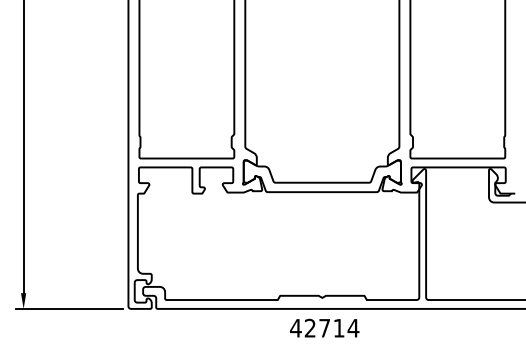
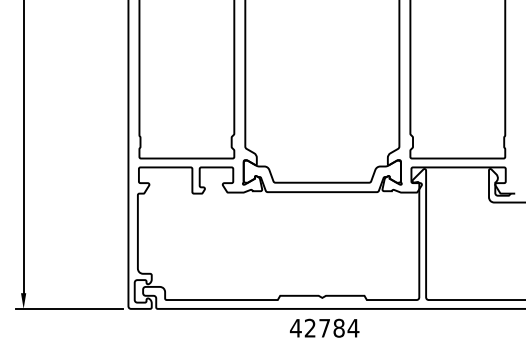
text at (338, 327): 42714 -> 42784
